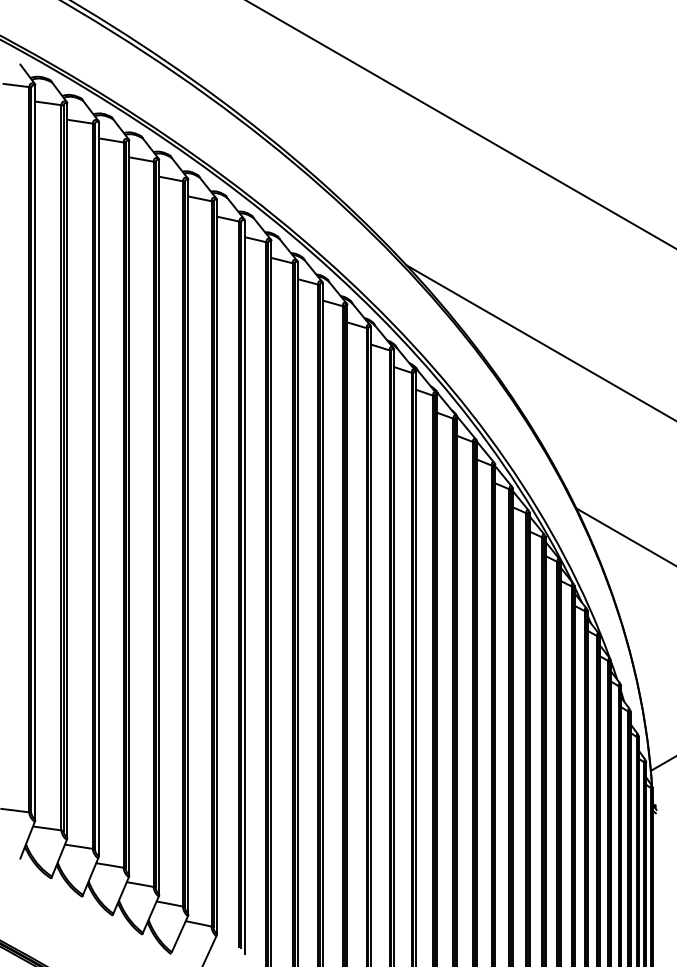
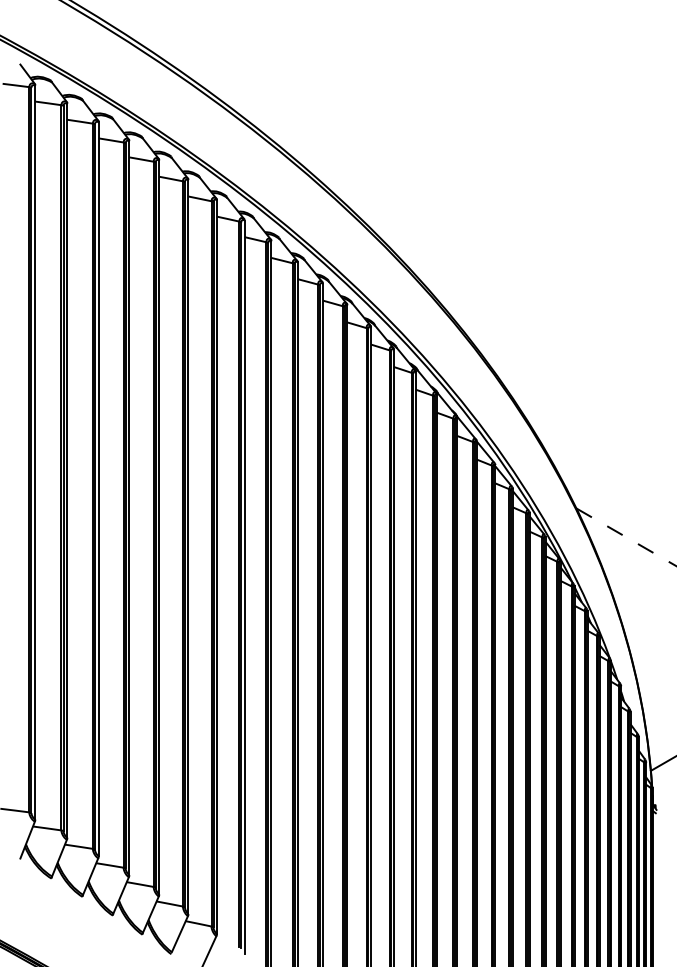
line at (461, 124): present -> none
line at (539, 342): present -> none
line at (626, 537): solid -> dashed
